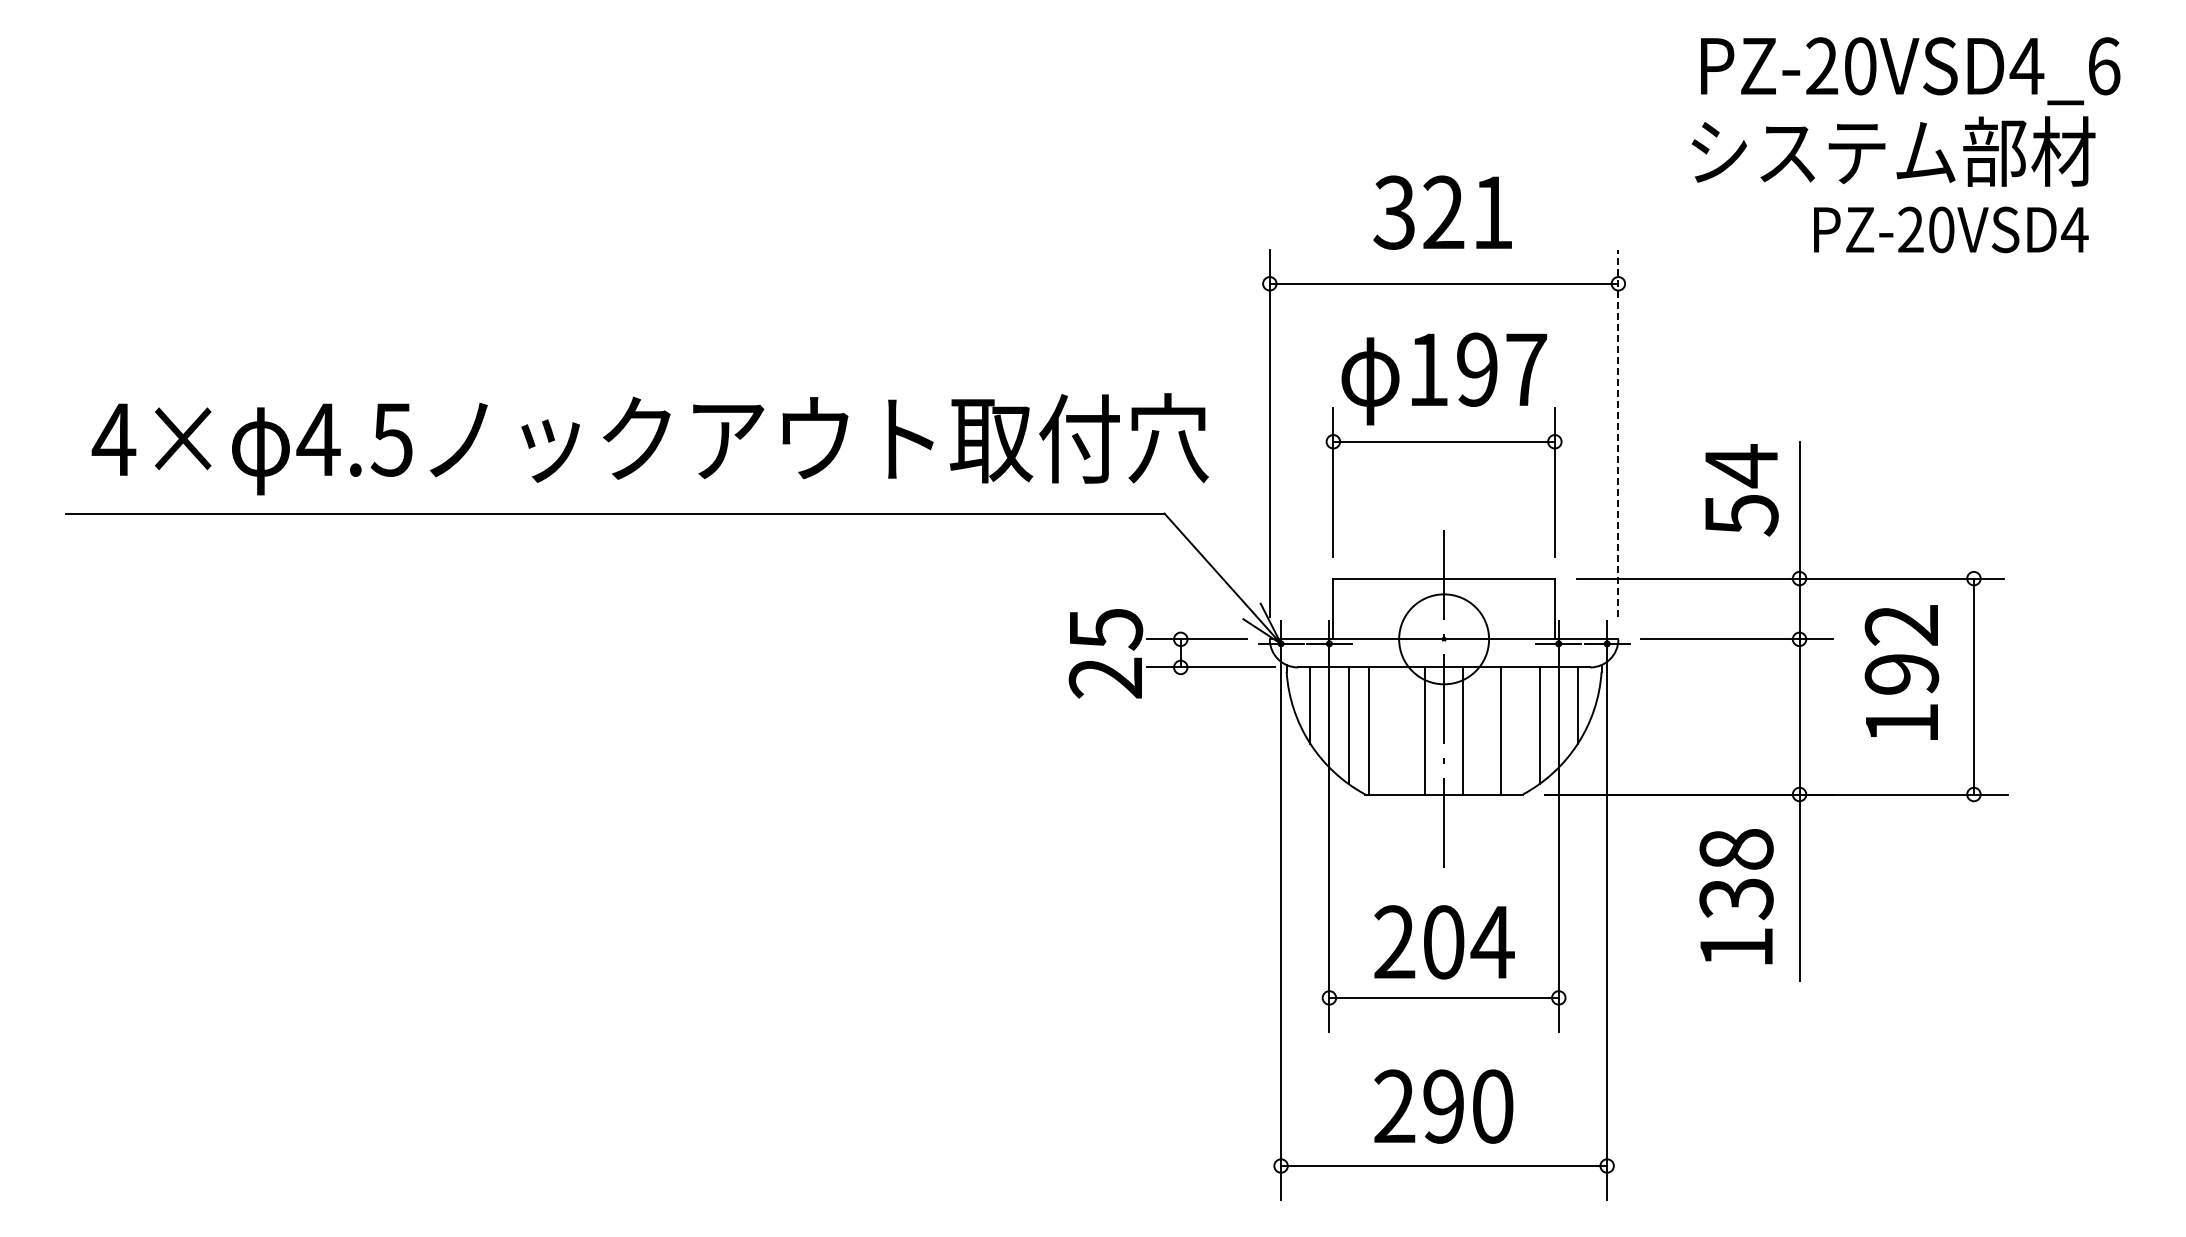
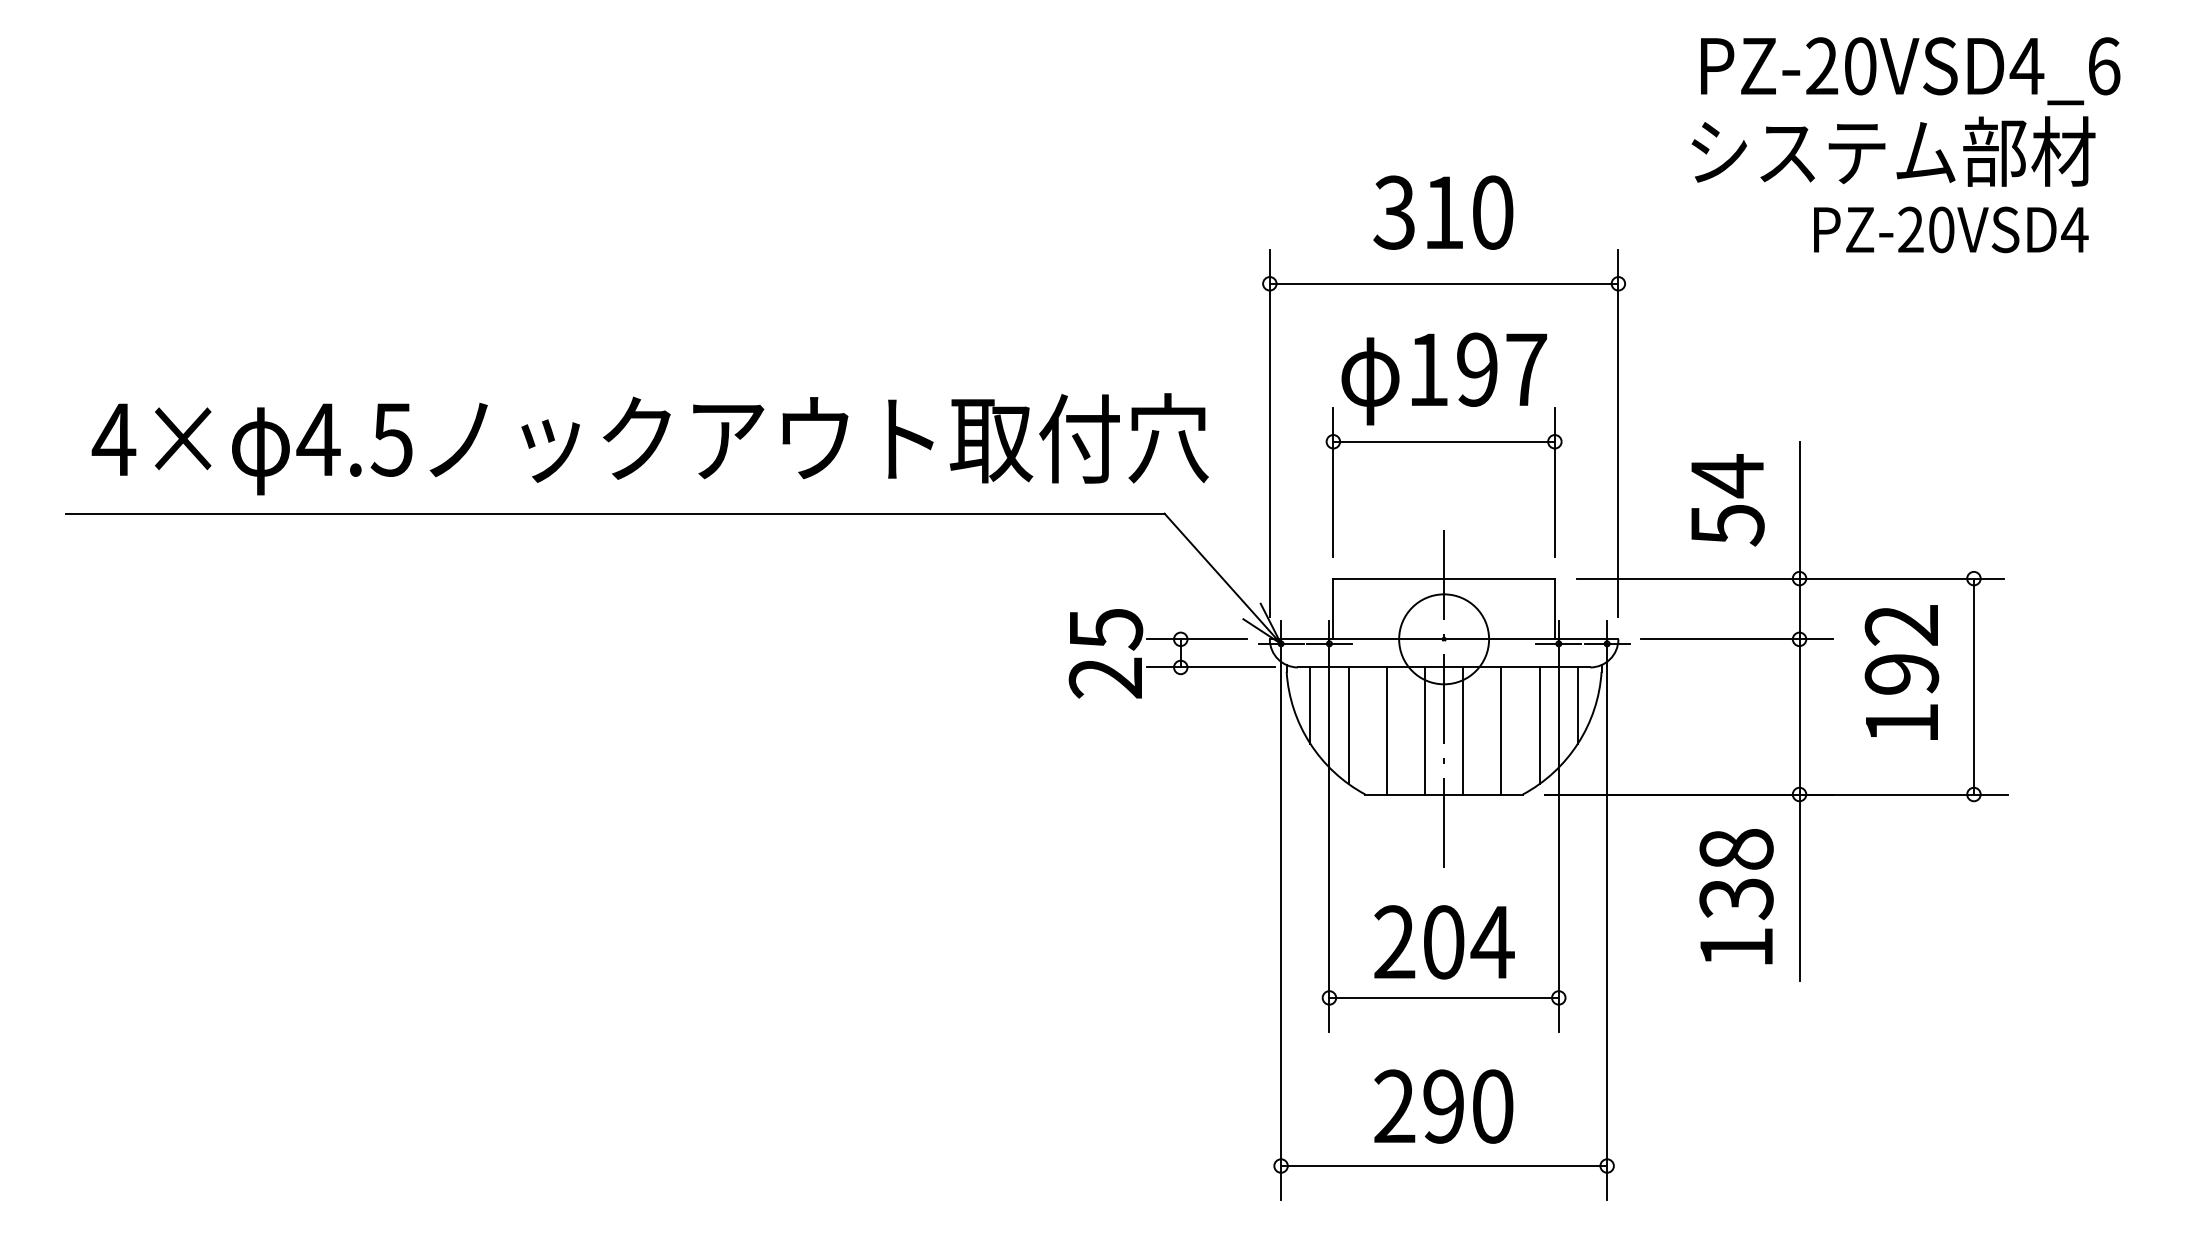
text at (1468, 212): 321 -> 310
line at (1618, 432): dashed -> solid
text at (1741, 490) position: (1741, 490) -> (1727, 500)
line at (1368, 730) position: (1368, 730) -> (1386, 730)
